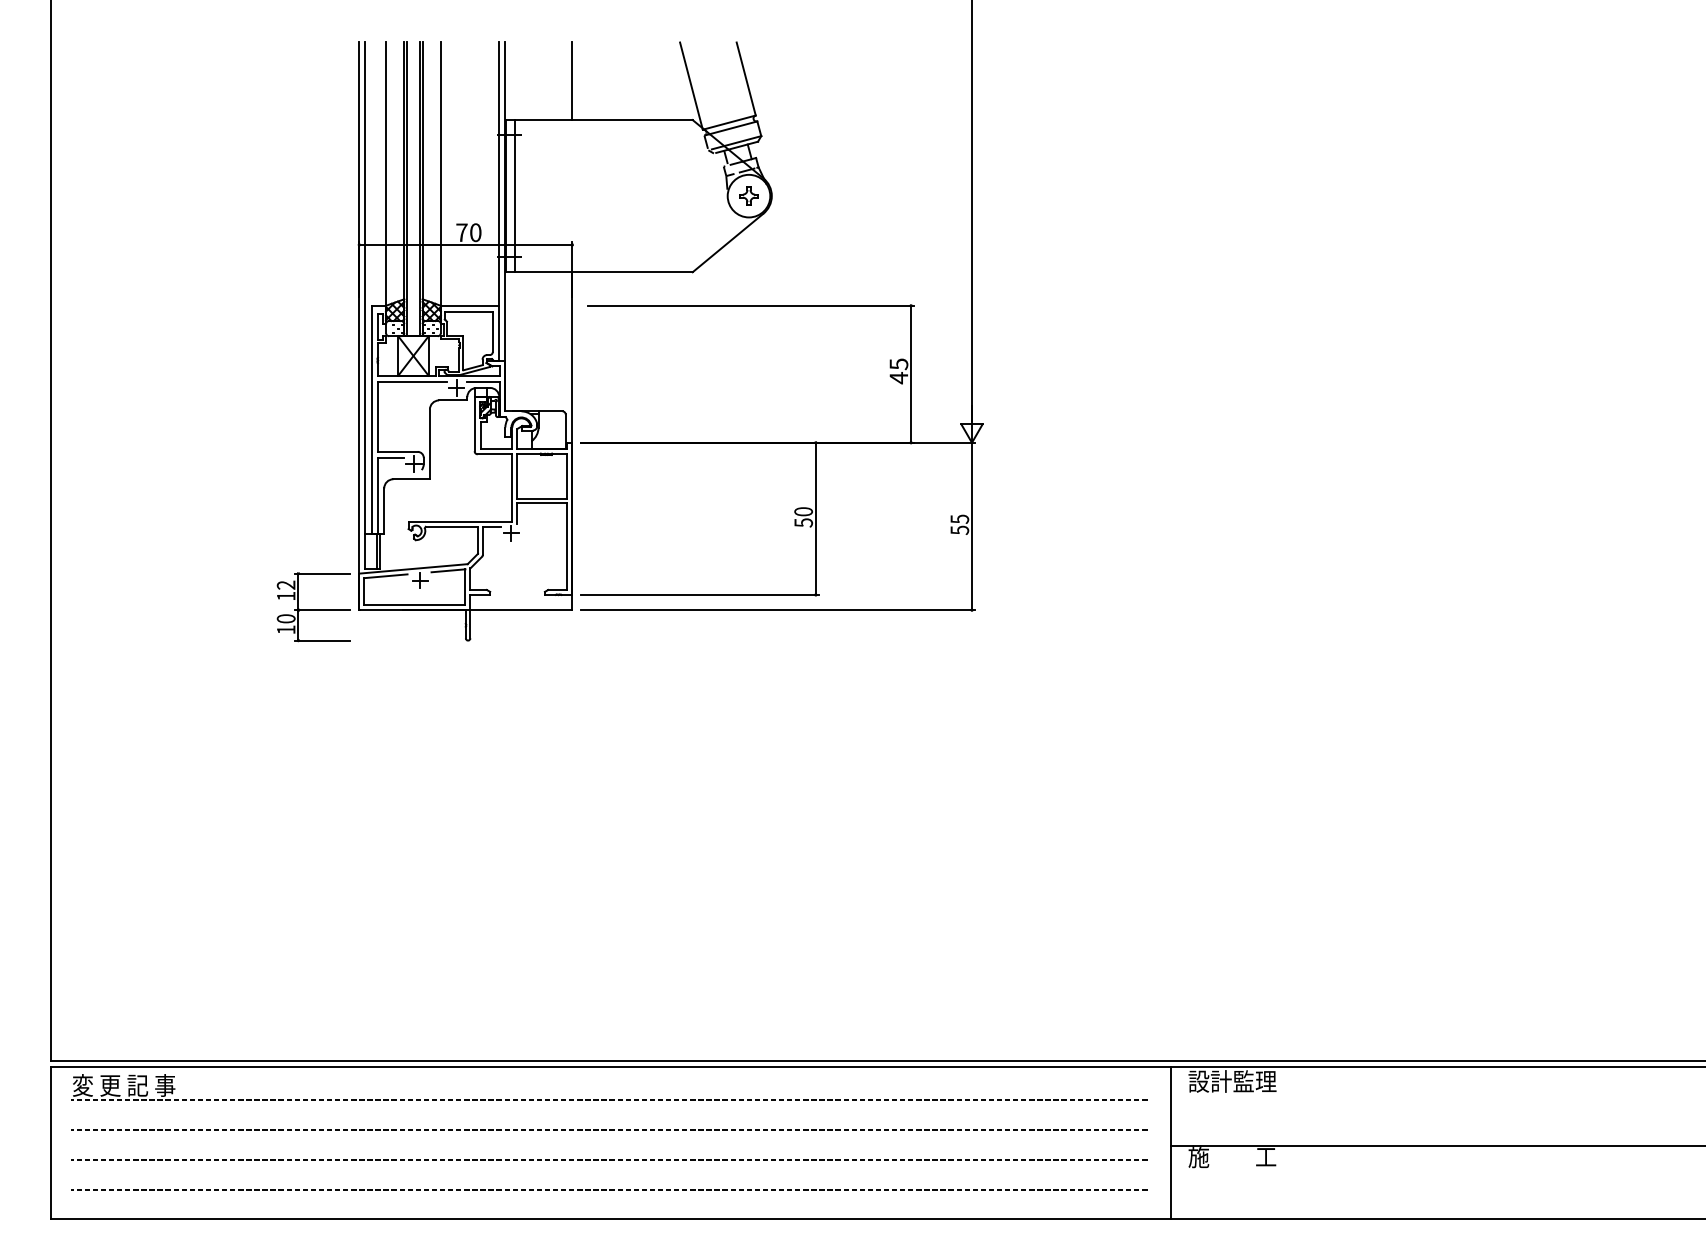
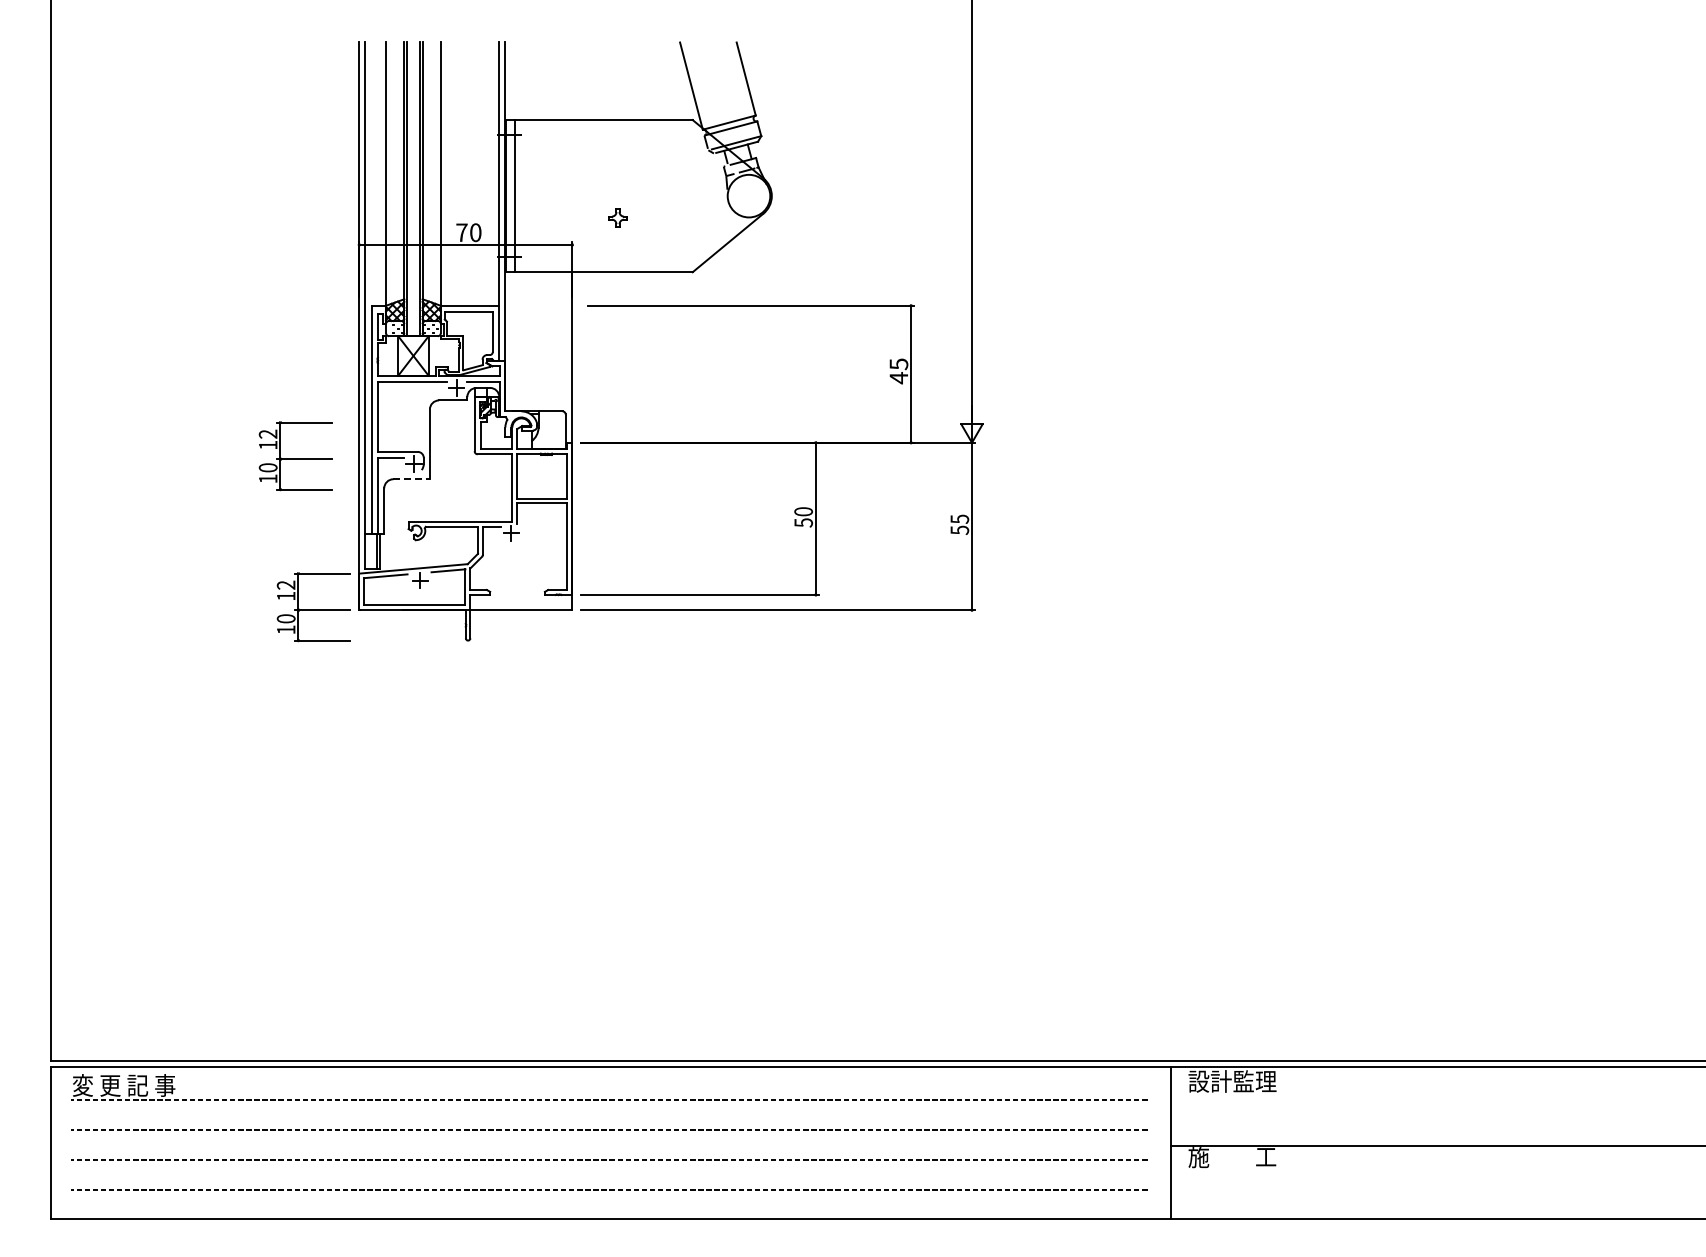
line at (572, 81): present -> none
part at (748, 195) position: (748, 195) -> (617, 217)
part at (295, 456): none -> present
line at (412, 479): solid -> dashed
